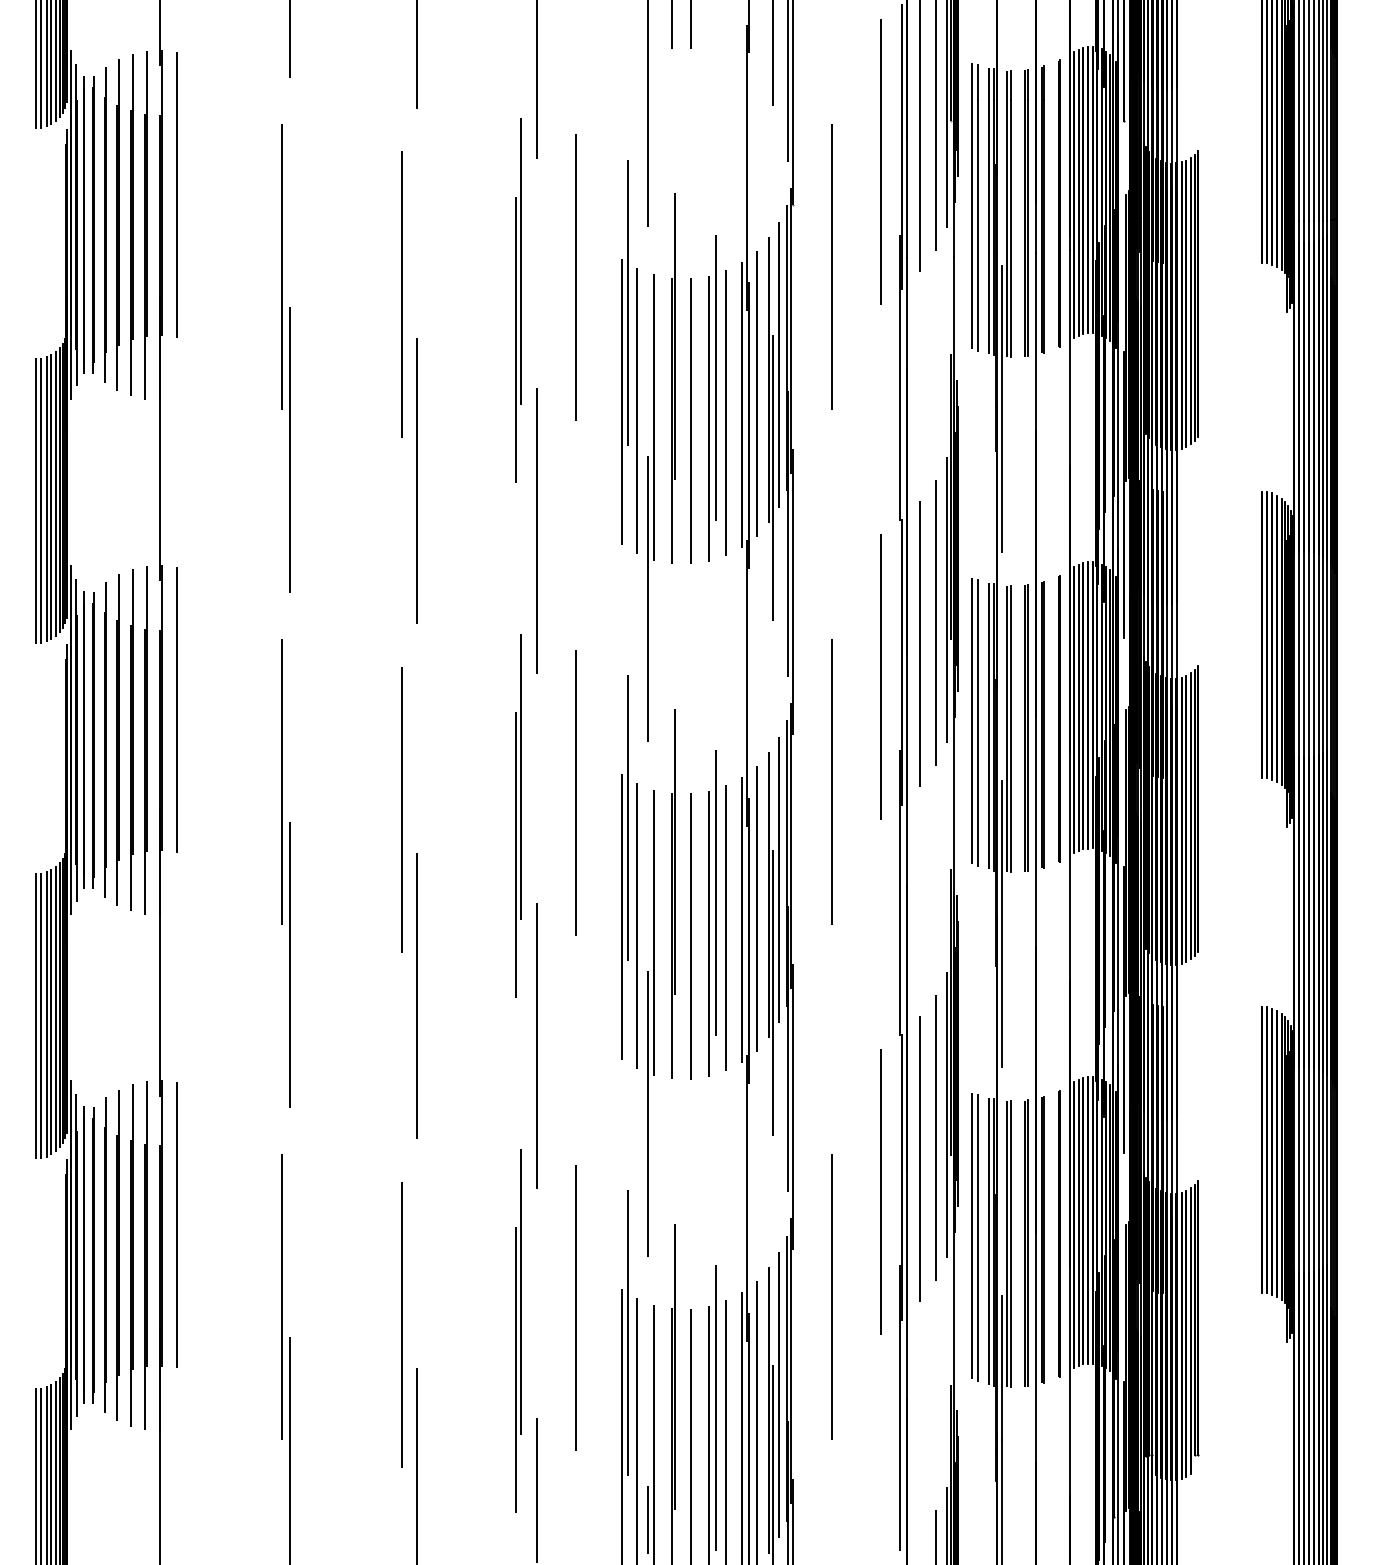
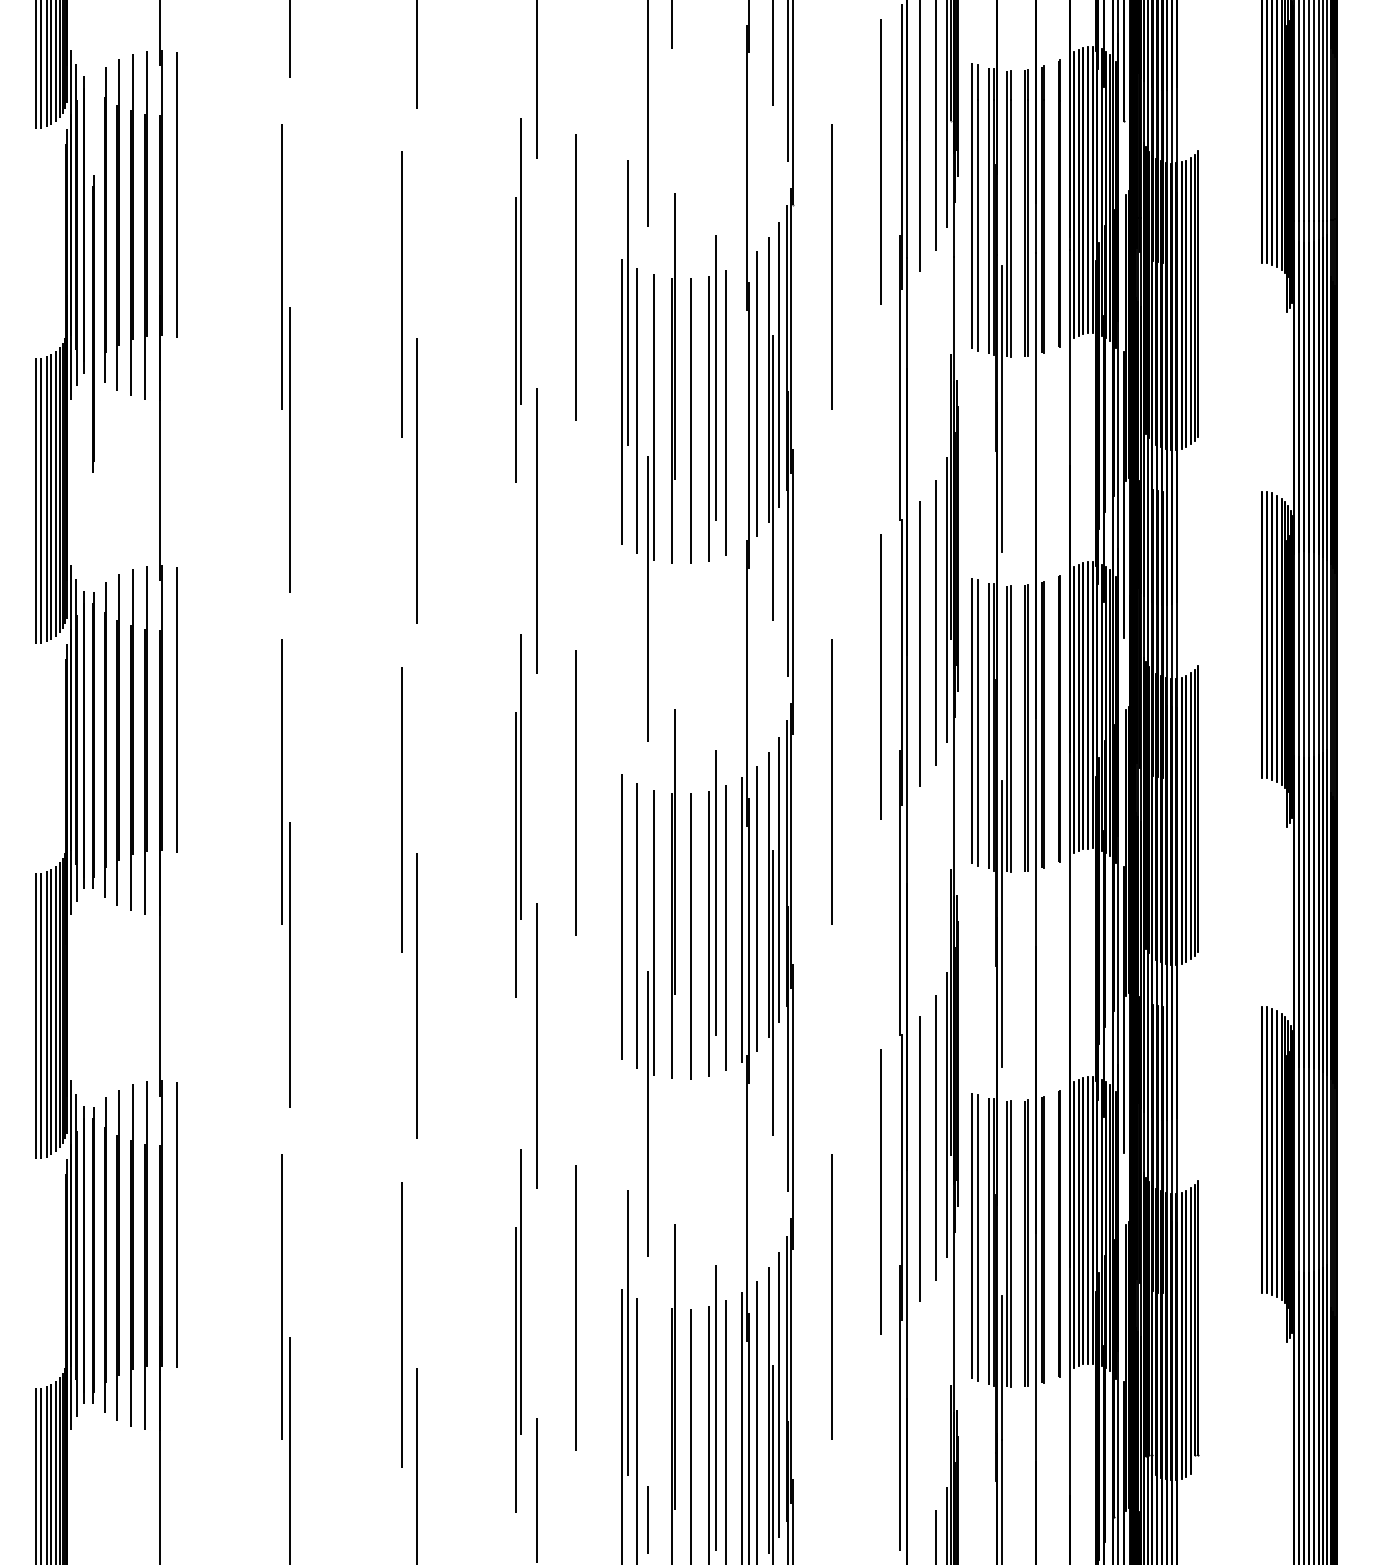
line at (690, 25): present -> none
line at (93, 224) position: (93, 224) -> (93, 323)
line at (742, 404): present -> none
line at (628, 817): present -> none
line at (654, 1432): present -> none
